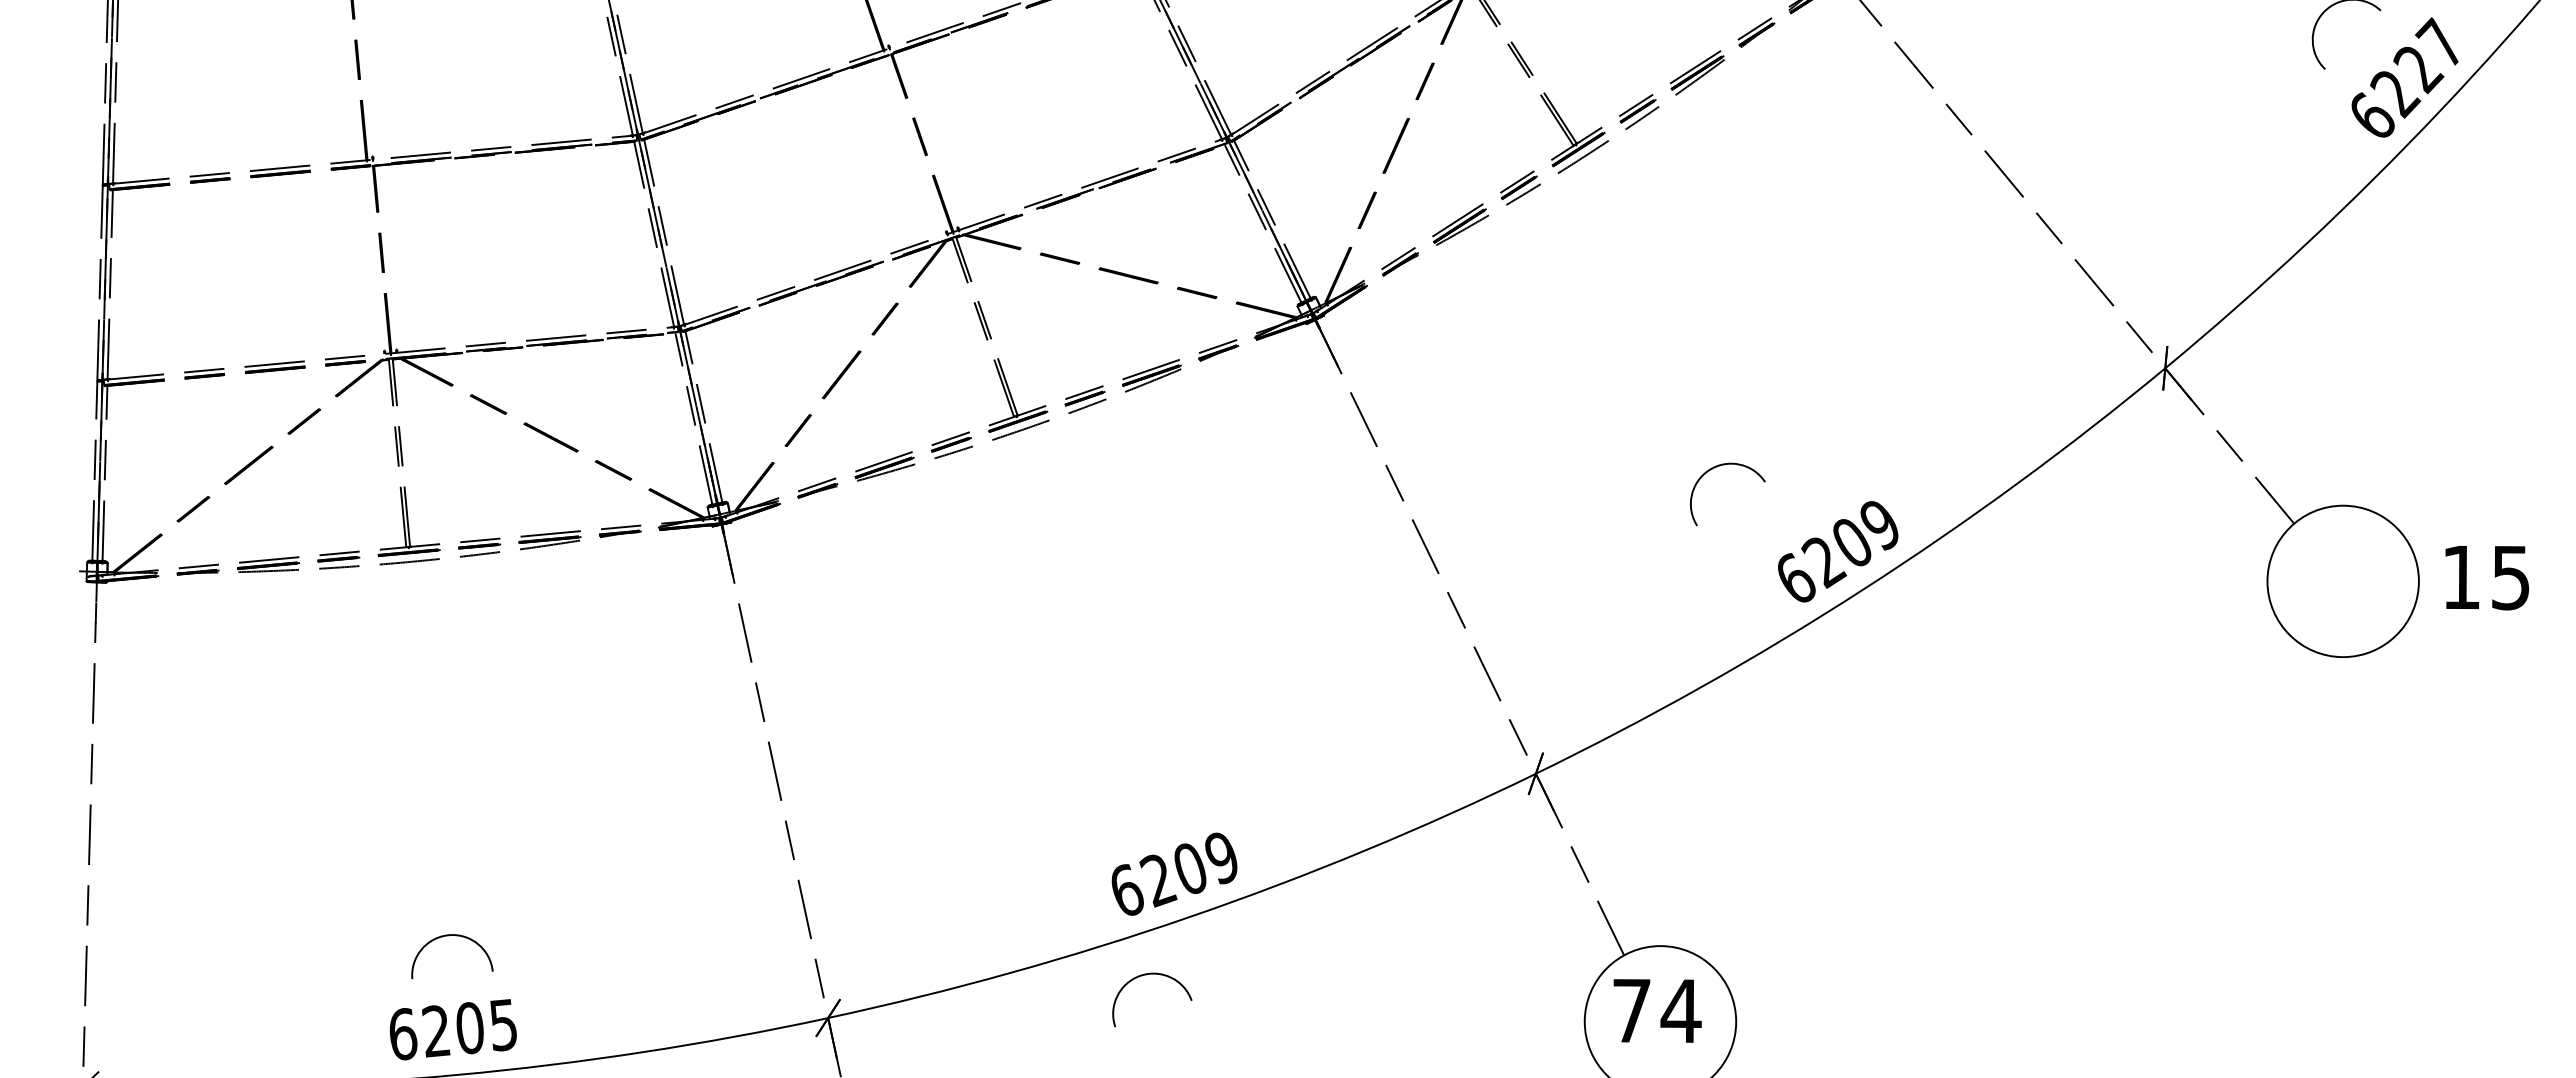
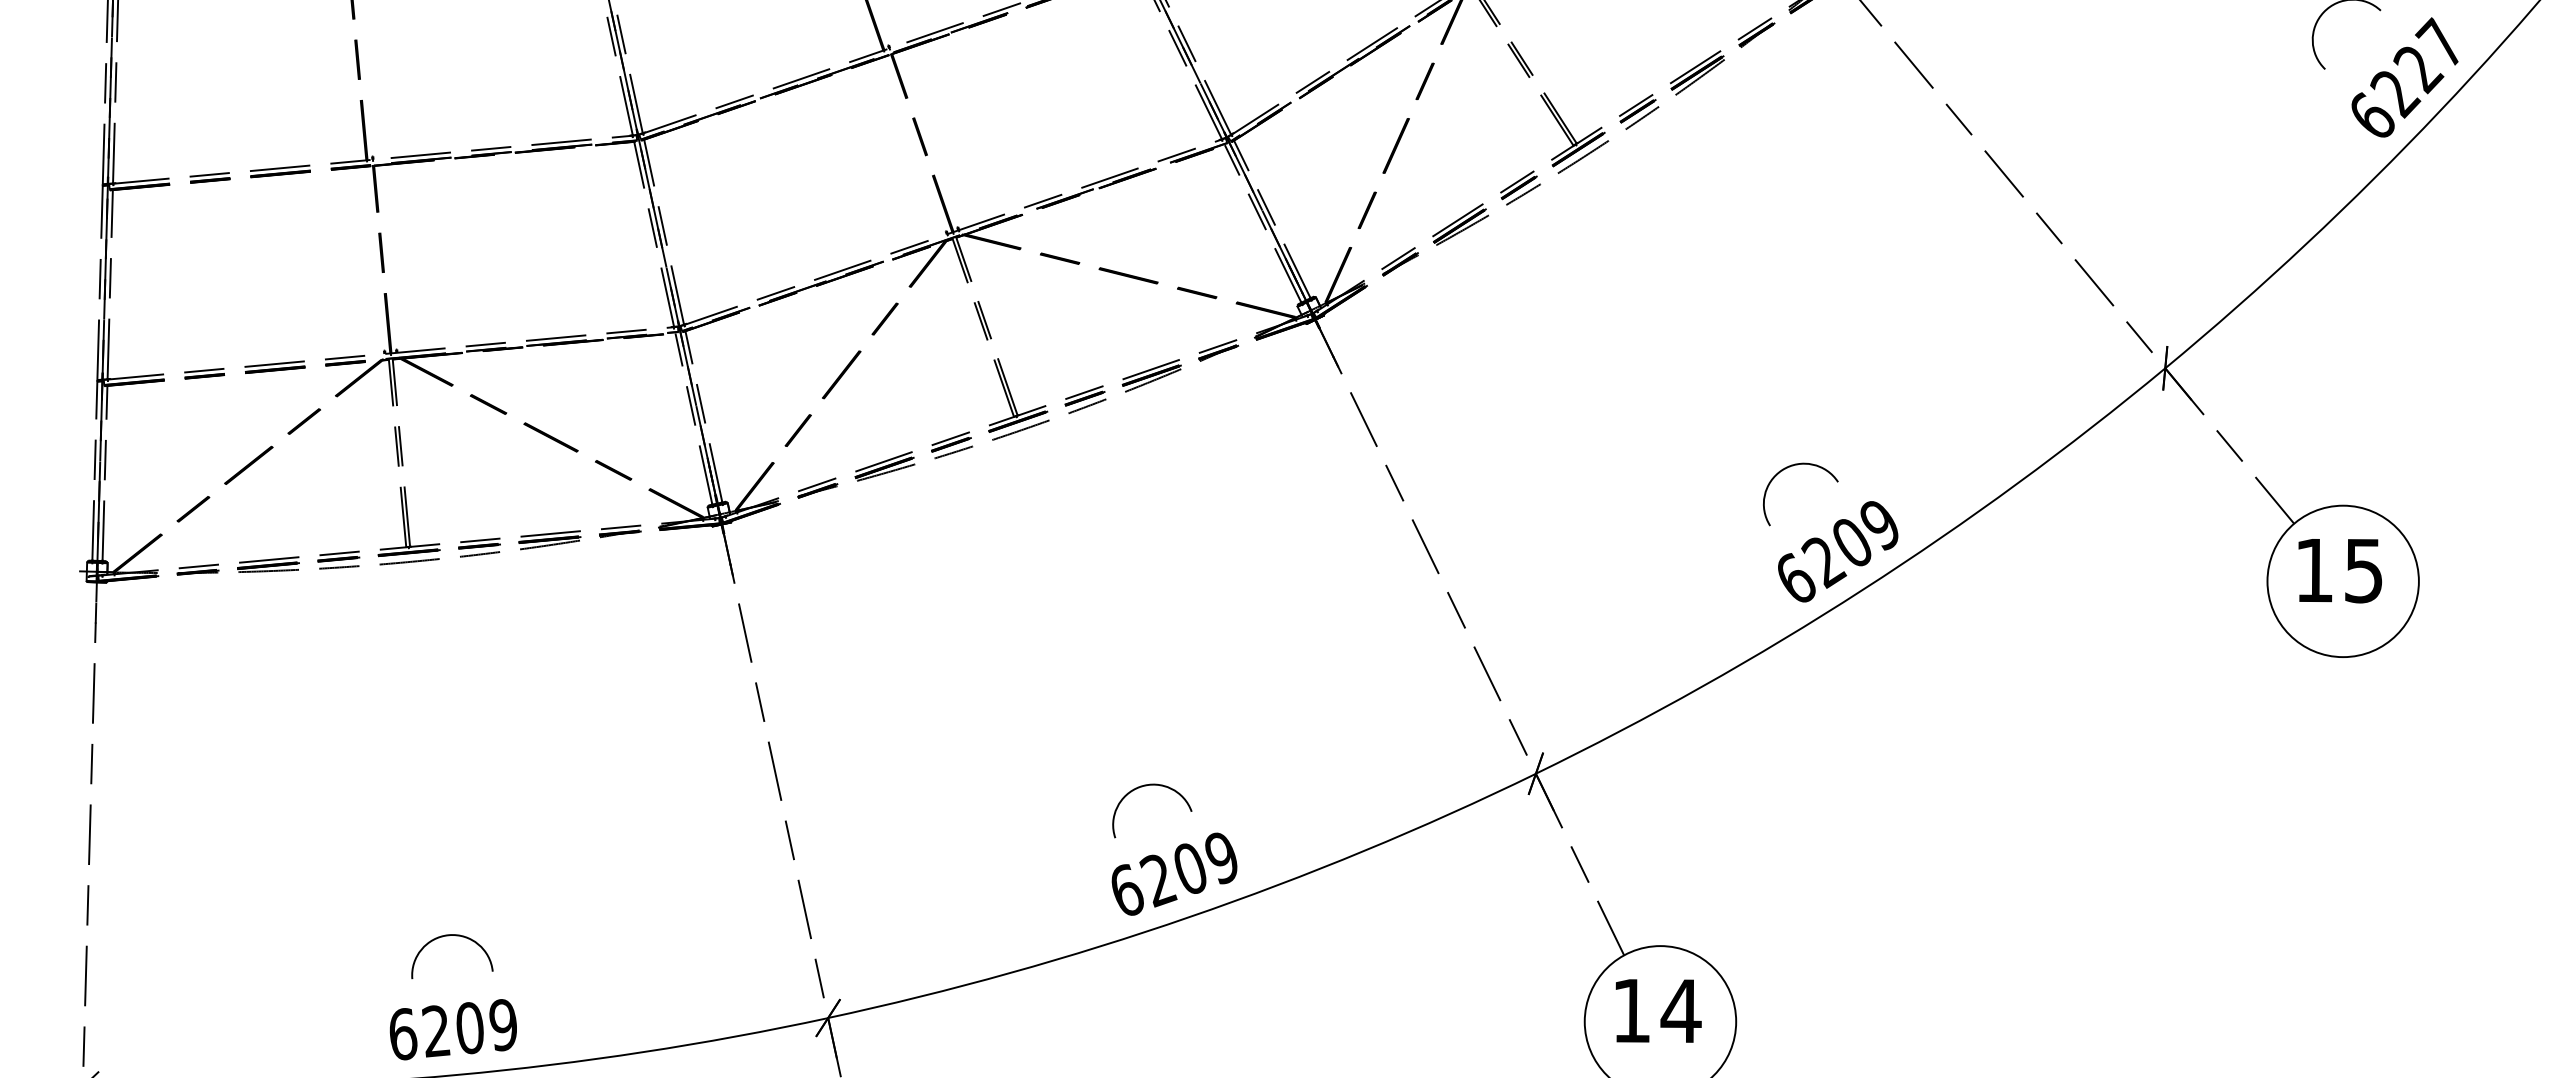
arc at (1717, 467) position: (1717, 467) -> (1790, 467)
text at (2486, 578) position: (2486, 578) -> (2339, 571)
arc at (1146, 975) position: (1146, 975) -> (1146, 786)
text at (1631, 1010): 74 -> 14
text at (502, 1025): 6205 -> 6209
